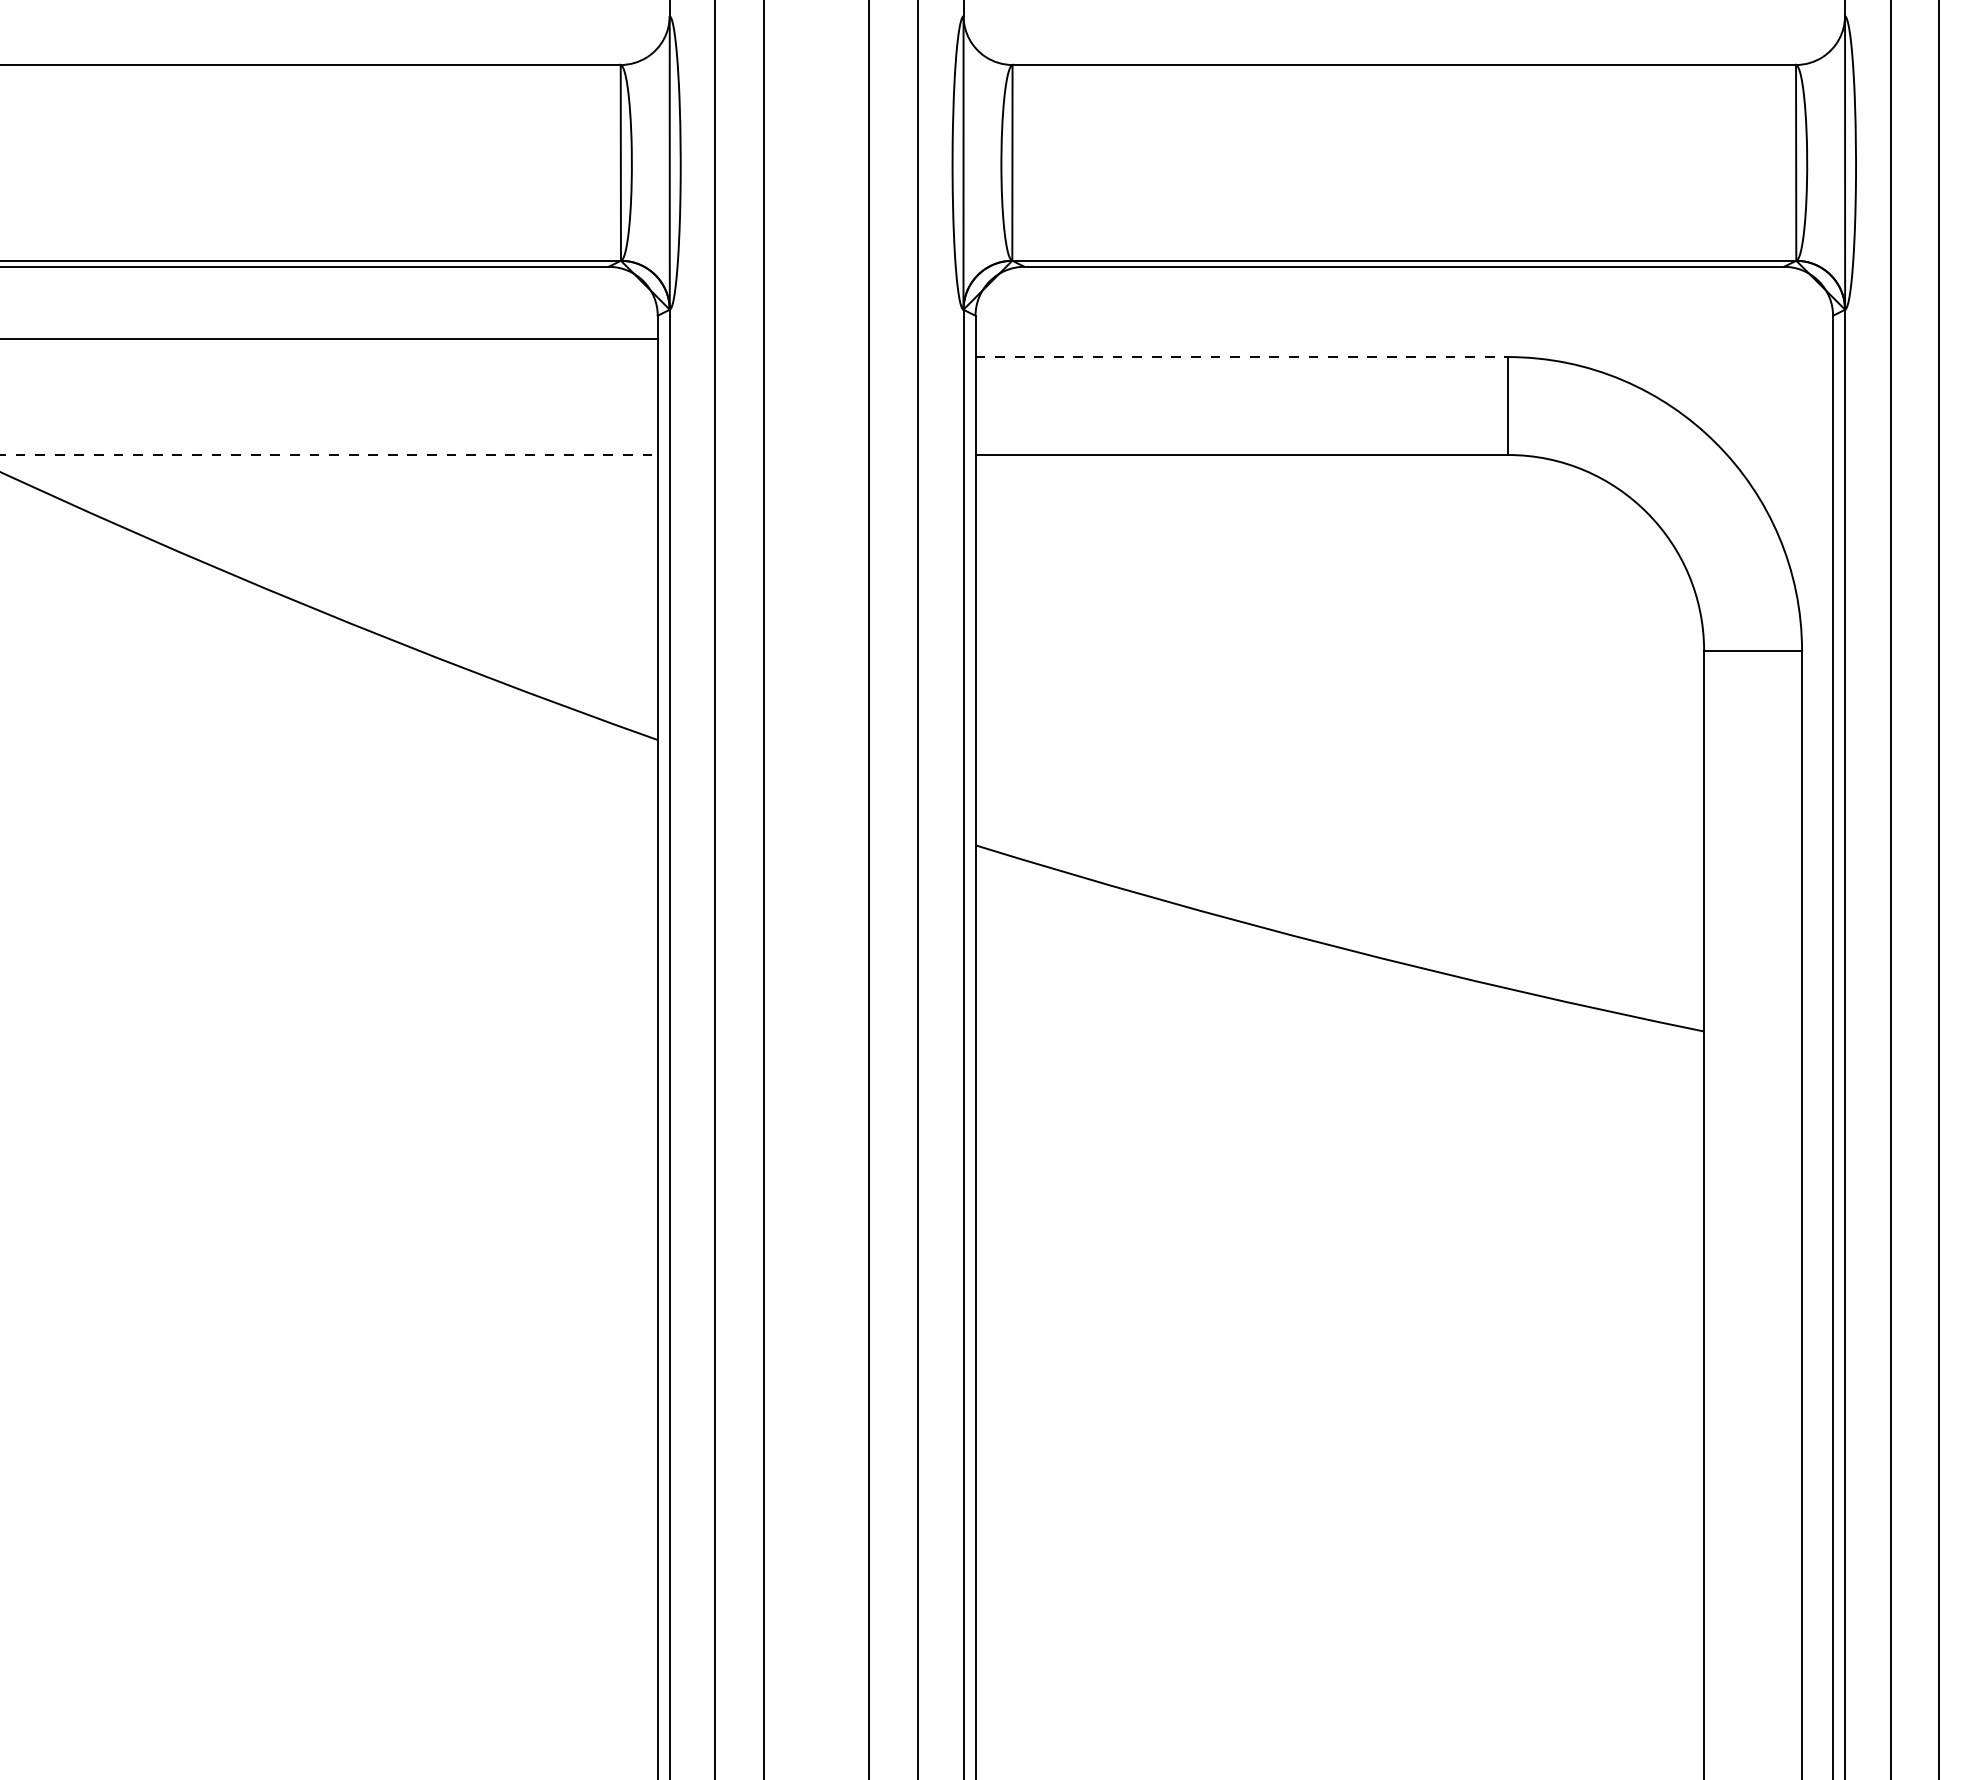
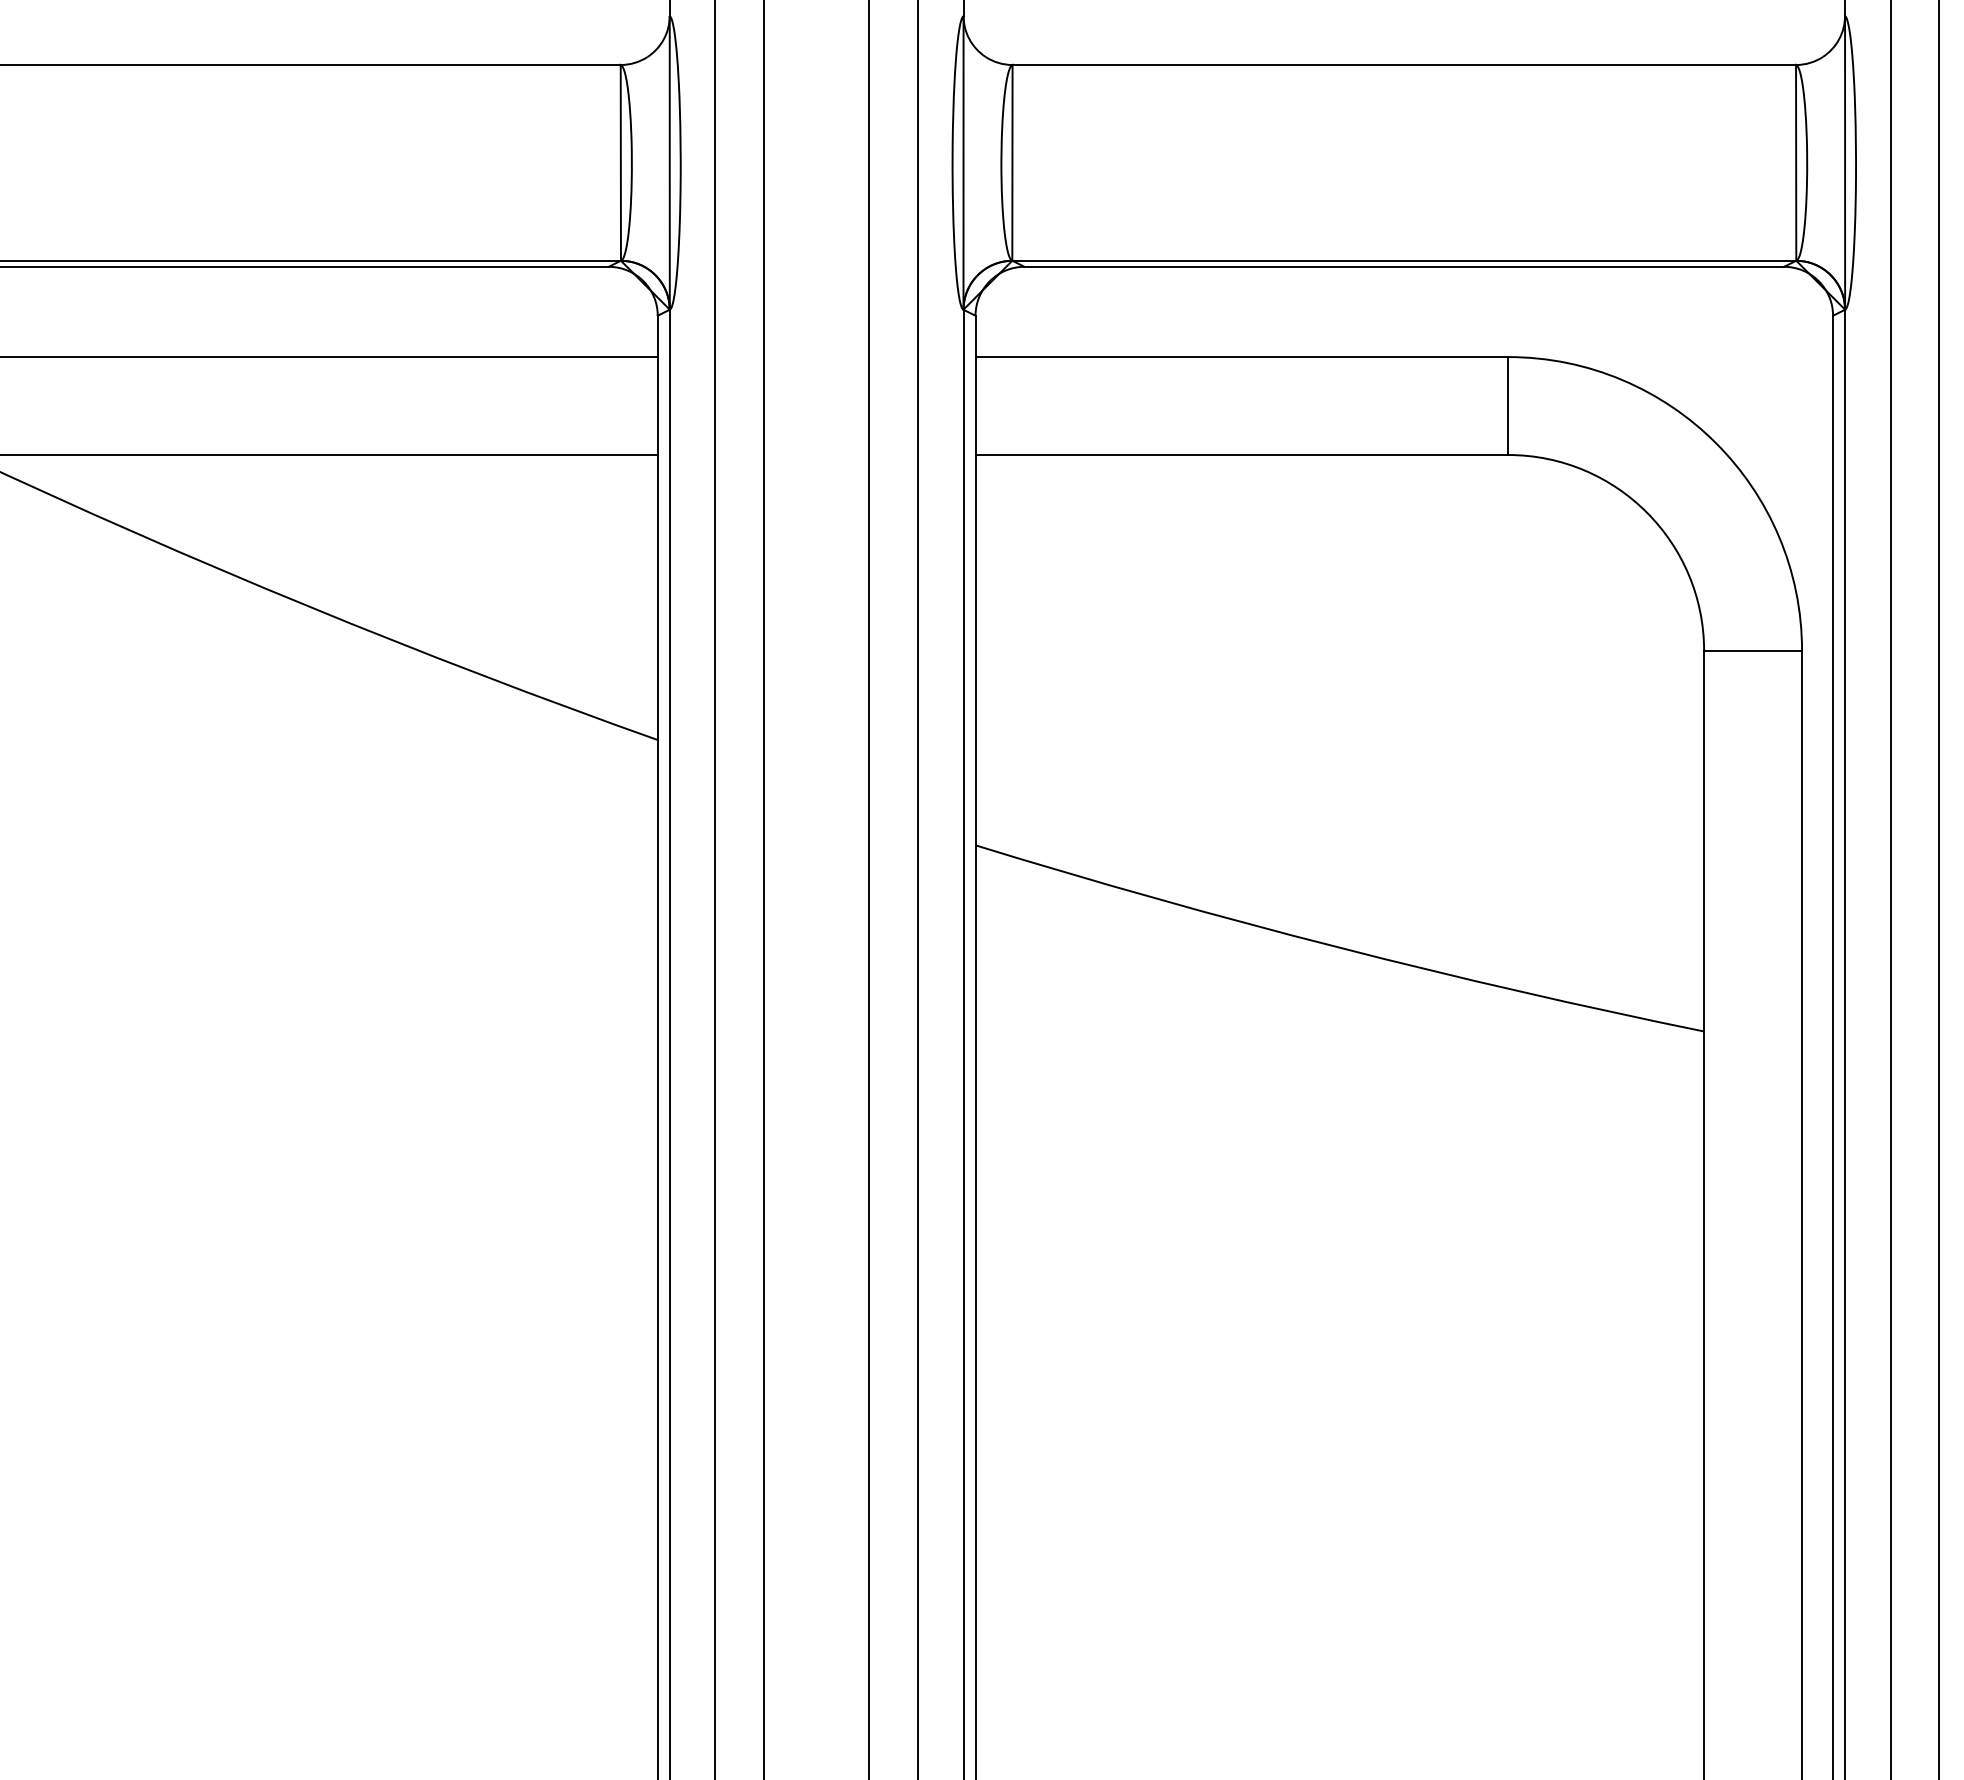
line at (329, 339) position: (329, 339) -> (329, 357)
line at (1242, 357): dashed -> solid
line at (328, 455): dashed -> solid
